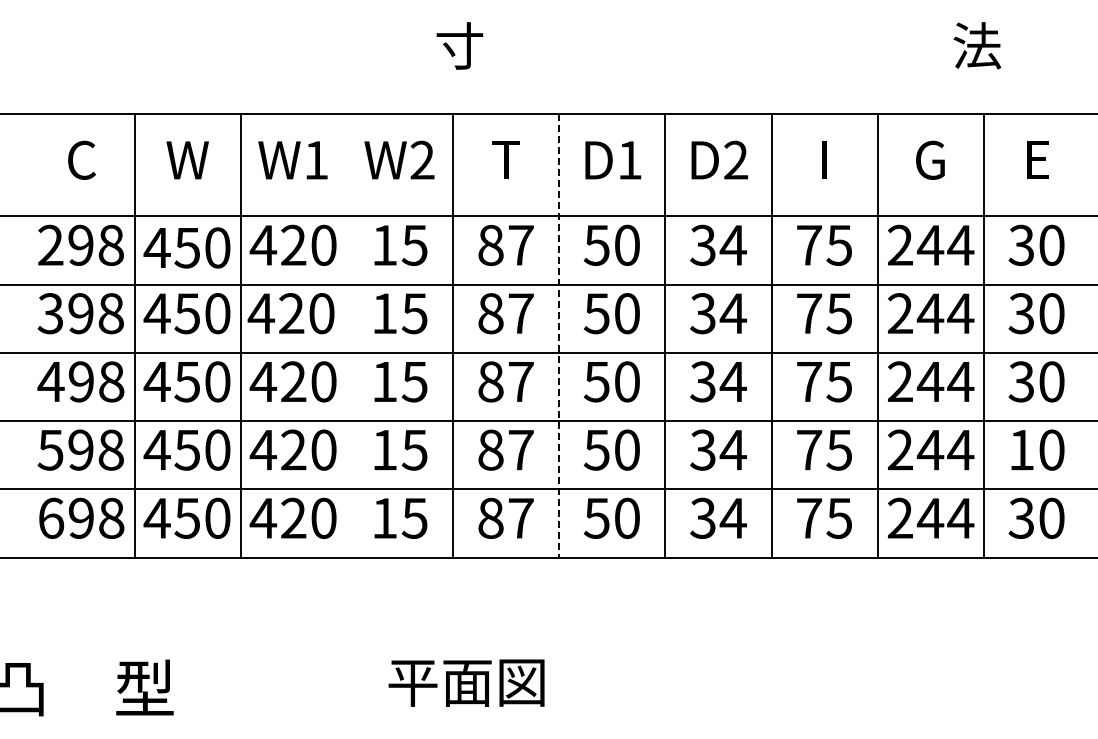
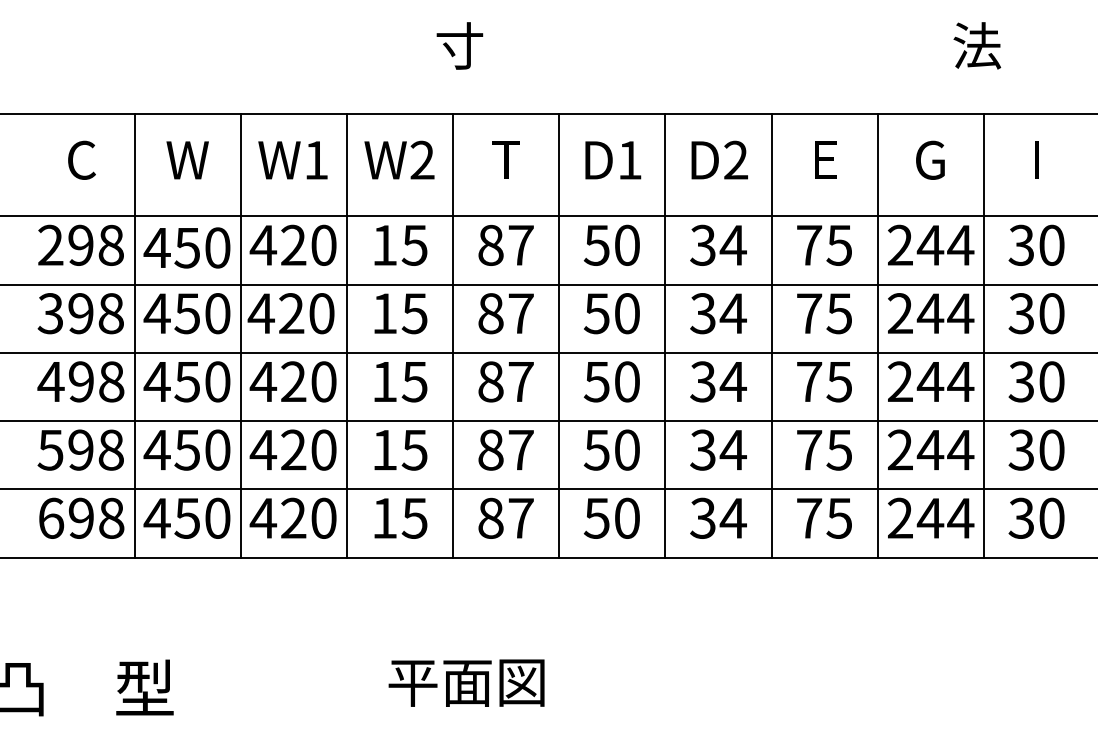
text at (825, 159): I -> E
text at (1037, 159): E -> I
line at (346, 335): none -> present
line at (559, 335): dashed -> solid
text at (1020, 449): 10 -> 30
